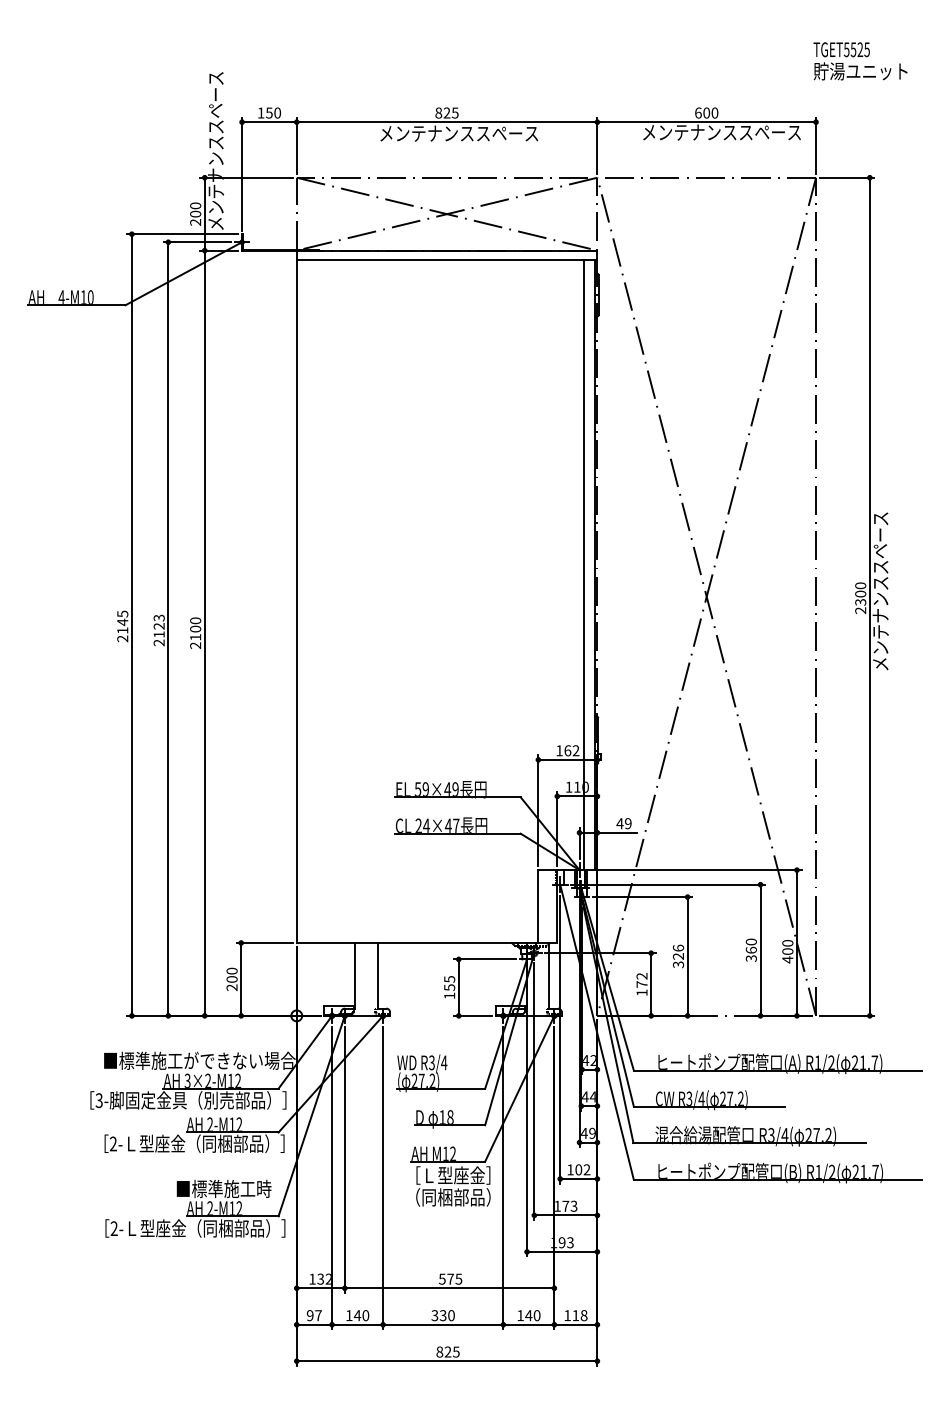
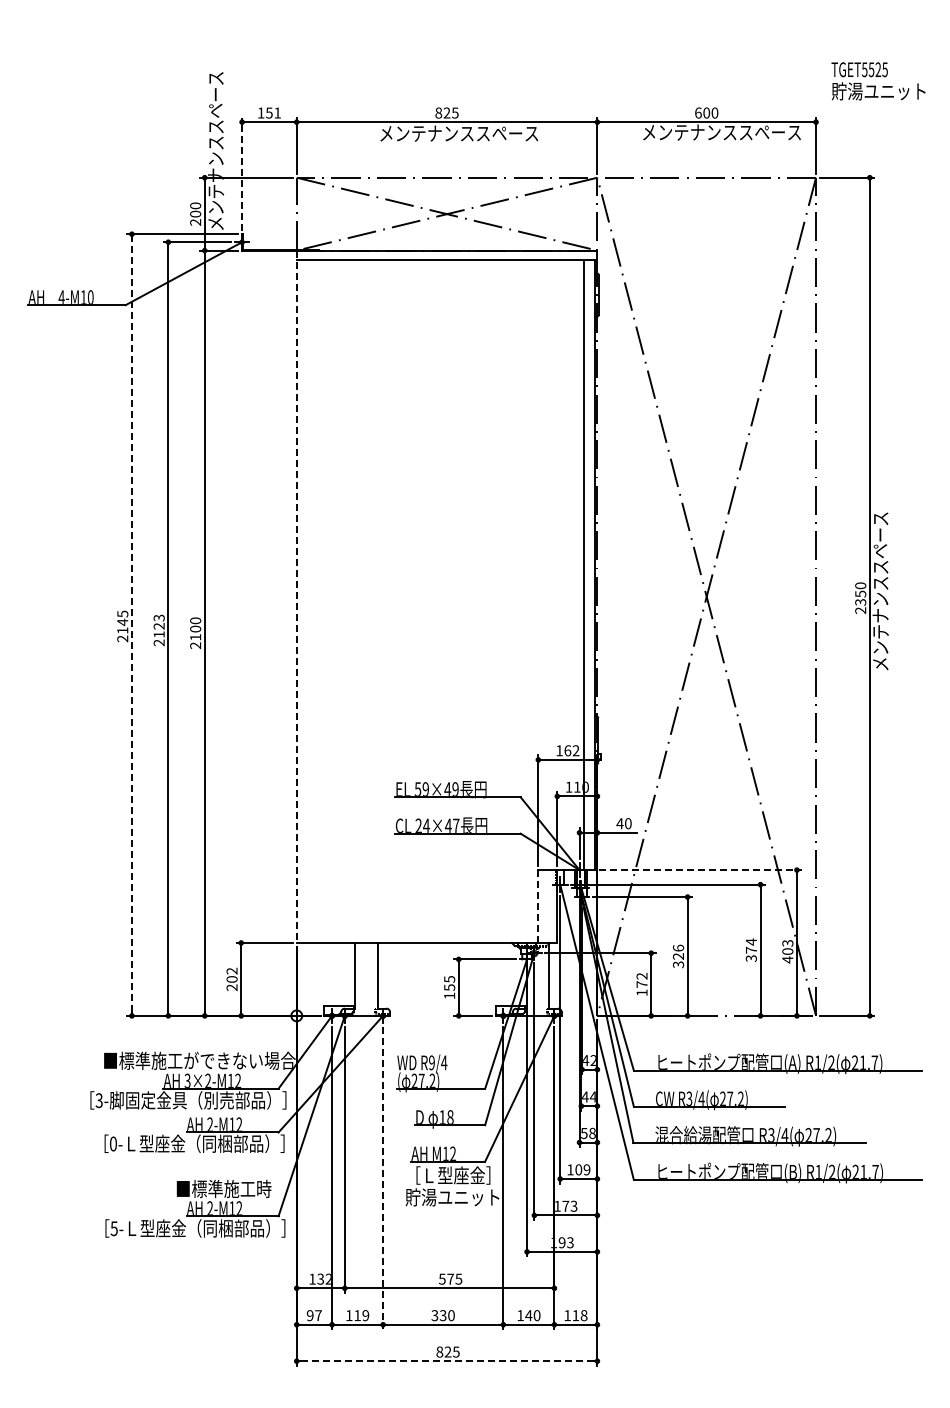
text at (860, 61) position: (860, 61) -> (878, 81)
text at (277, 112): 150 -> 151
line at (242, 173): solid -> dashed
text at (860, 593): 2300 -> 2350
line at (296, 597): solid -> dashed
line at (131, 624): solid -> dashed
text at (628, 823): 49 -> 40
line at (700, 870): solid -> dashed
line at (538, 906): solid -> dashed
text at (787, 943): 400 -> 403
text at (750, 945): 360 -> 374
text at (231, 970): 200 -> 202
text at (431, 1063): R3/4 -> R9/4
text at (588, 1133): 49 -> 58
text at (112, 1143): 2- -> 0-
text at (586, 1170): 102 -> 109
line at (383, 1178): solid -> dashed
text at (452, 1197): （同梱部品） -> 貯湯ユニット
text at (113, 1228): 2- -> 5-
text at (361, 1315): 140 -> 119
line at (447, 1361): solid -> dashed
